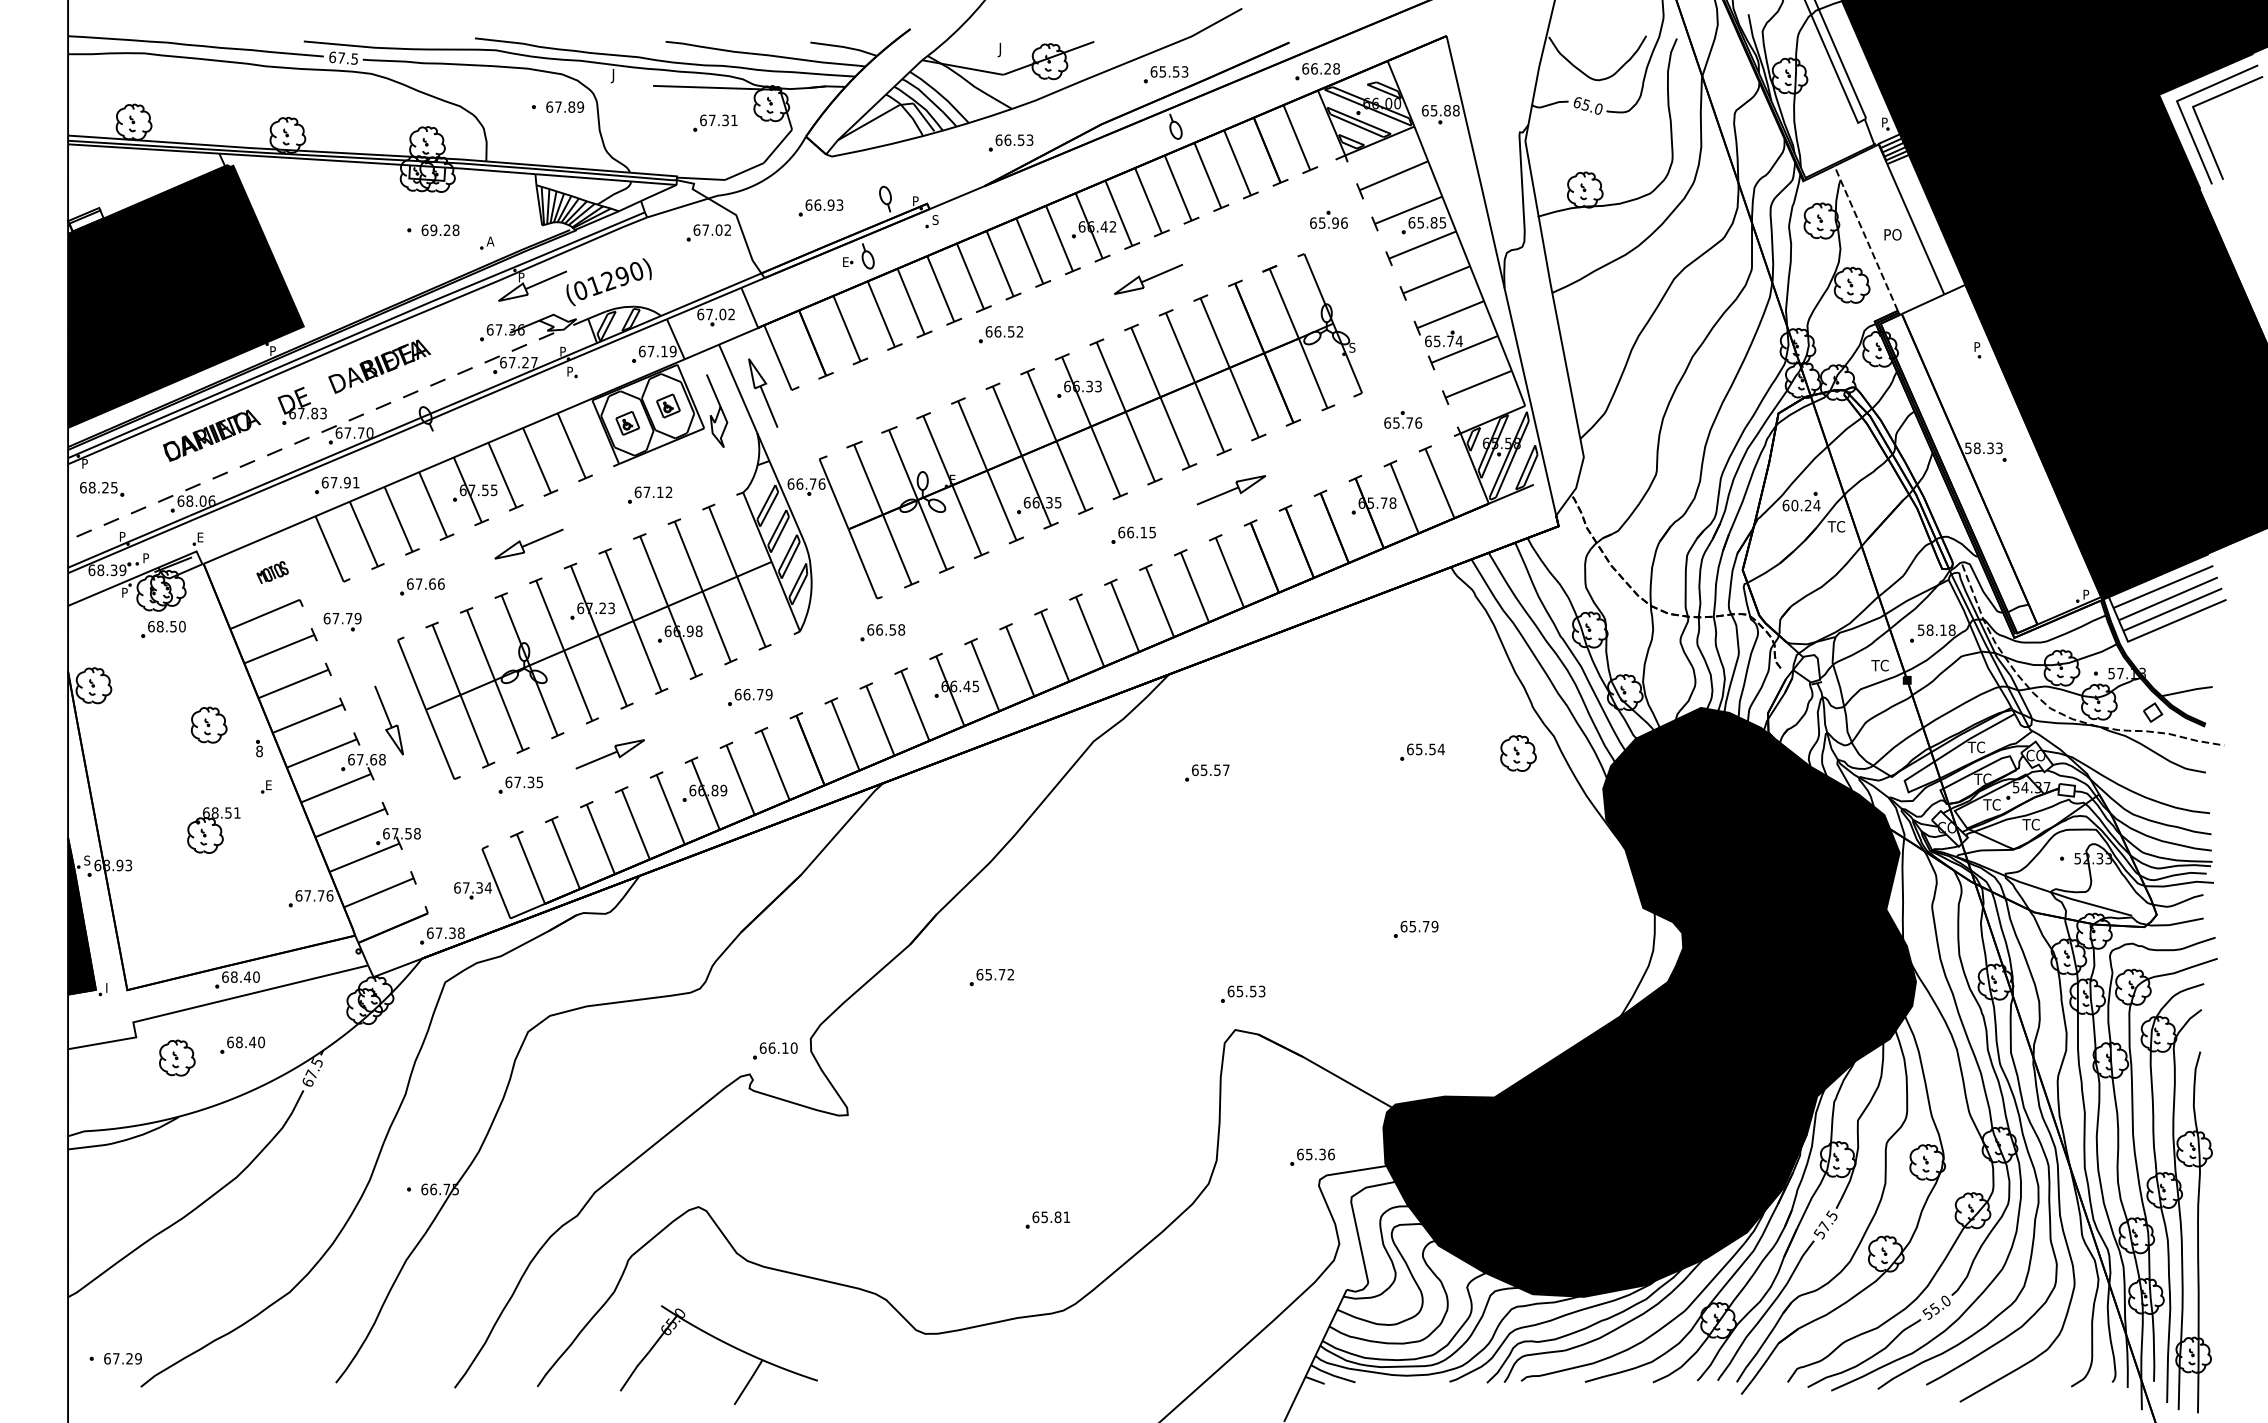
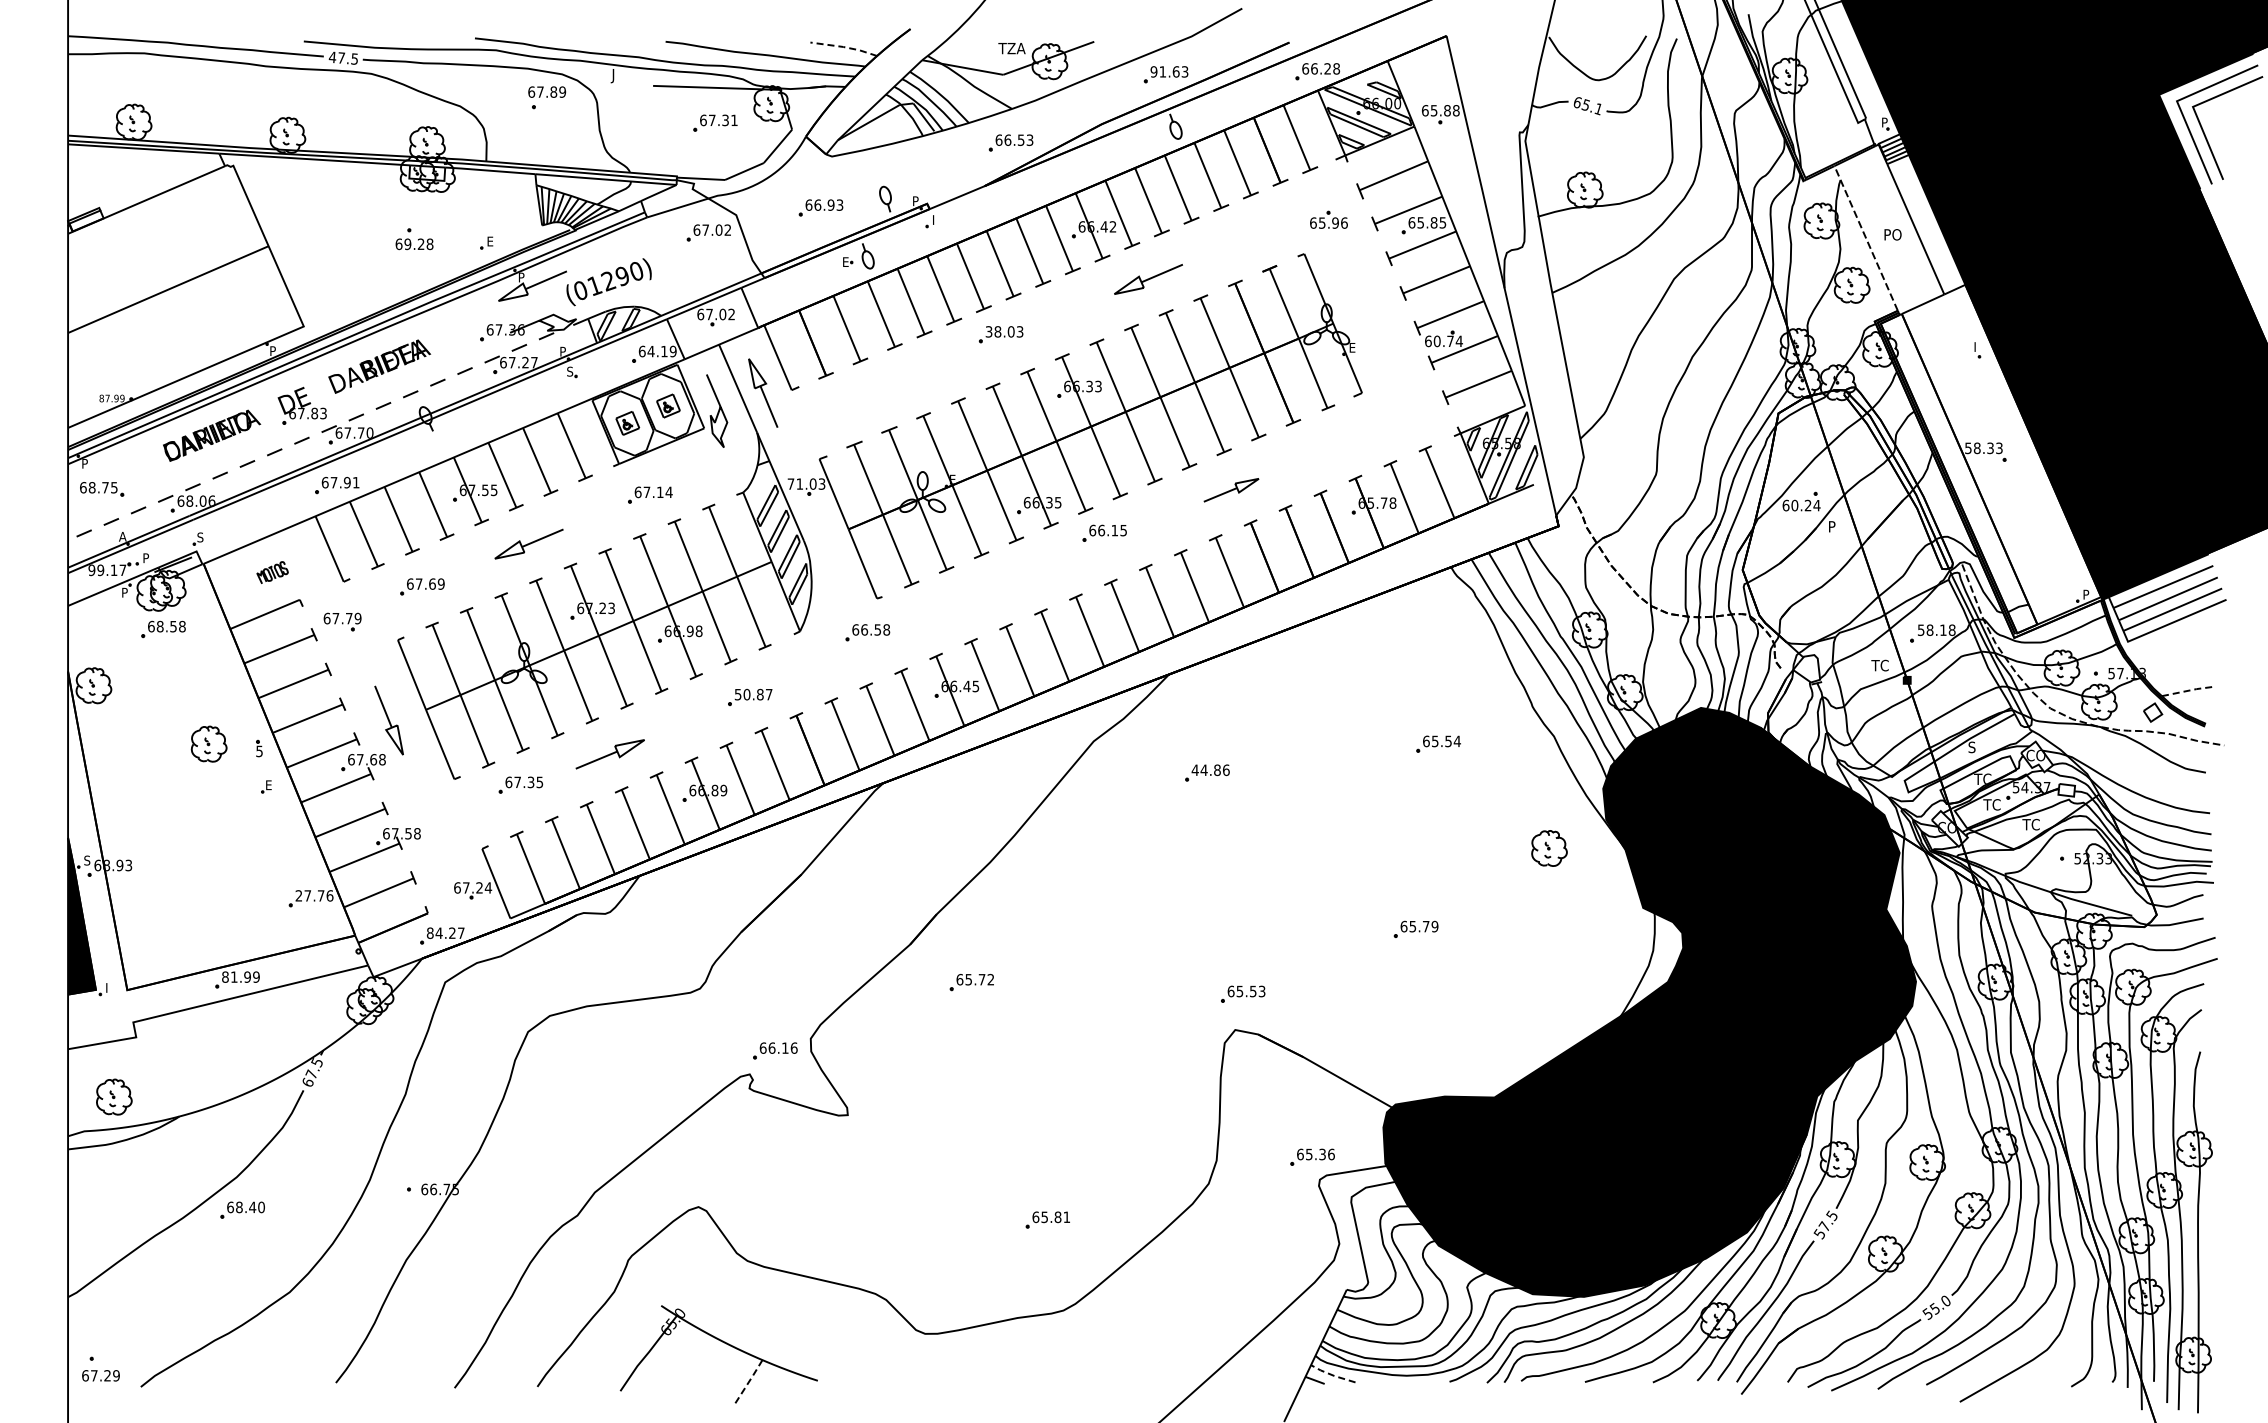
line at (844, 47): solid -> dashed
text at (1011, 50): J -> TZA
text at (331, 57): 67.5 -> 47.5
text at (1164, 71): 65.53 -> 91.63
text at (565, 106) position: (565, 106) -> (547, 91)
text at (1598, 109): 65.0 -> 65.1
text at (935, 219): S -> I
text at (440, 230) position: (440, 230) -> (414, 244)
text at (490, 241): A -> E
fill at (185, 296): present -> none
text at (1004, 331): 66.52 -> 38.03
text at (1436, 341): 65.74 -> 60.74
text at (1977, 344): P -> I
text at (1352, 347): S -> E
text at (650, 351): 67.19 -> 64.19
text at (570, 371): P -> S
part at (1403, 419): present -> none
text at (806, 483): 66.76 -> 71.03
text at (105, 487): 68.25 -> 68.75
part at (1231, 490) size: 71x31 px -> 57x25 px
text at (668, 491): 67.12 -> 67.14
text at (1836, 526): TC -> P
part at (1133, 534) position: (1133, 534) -> (1104, 532)
text at (122, 536): P -> A
text at (200, 537): E -> S
text at (107, 570): 68.39 -> 99.17
text at (440, 583): 67.66 -> 67.69
text at (182, 626): 68.50 -> 68.58
part at (882, 632) position: (882, 632) -> (867, 632)
line at (2187, 690): solid -> dashed
text at (753, 694): 66.79 -> 50.87
part at (208, 724) position: (208, 724) -> (208, 743)
text at (1975, 747): TC -> S
text at (259, 751): 8 -> 5
part at (1422, 751) position: (1422, 751) -> (1438, 743)
part at (1518, 753) position: (1518, 753) -> (1549, 848)
text at (1210, 770): 65.57 -> 44.86
part at (213, 830): present -> none
text at (479, 888): 67.34 -> 67.24
text at (298, 895): 67.76 -> 27.76
text at (445, 932): 67.38 -> 84.27
text at (240, 976): 68.40 -> 81.99
part at (991, 977) position: (991, 977) -> (971, 982)
part at (242, 1044) position: (242, 1044) -> (242, 1209)
text at (794, 1047): 66.10 -> 66.16
part at (177, 1057) position: (177, 1057) -> (114, 1096)
text at (122, 1358) position: (122, 1358) -> (100, 1375)
line at (1332, 1375): solid -> dashed
line at (748, 1382): solid -> dashed
